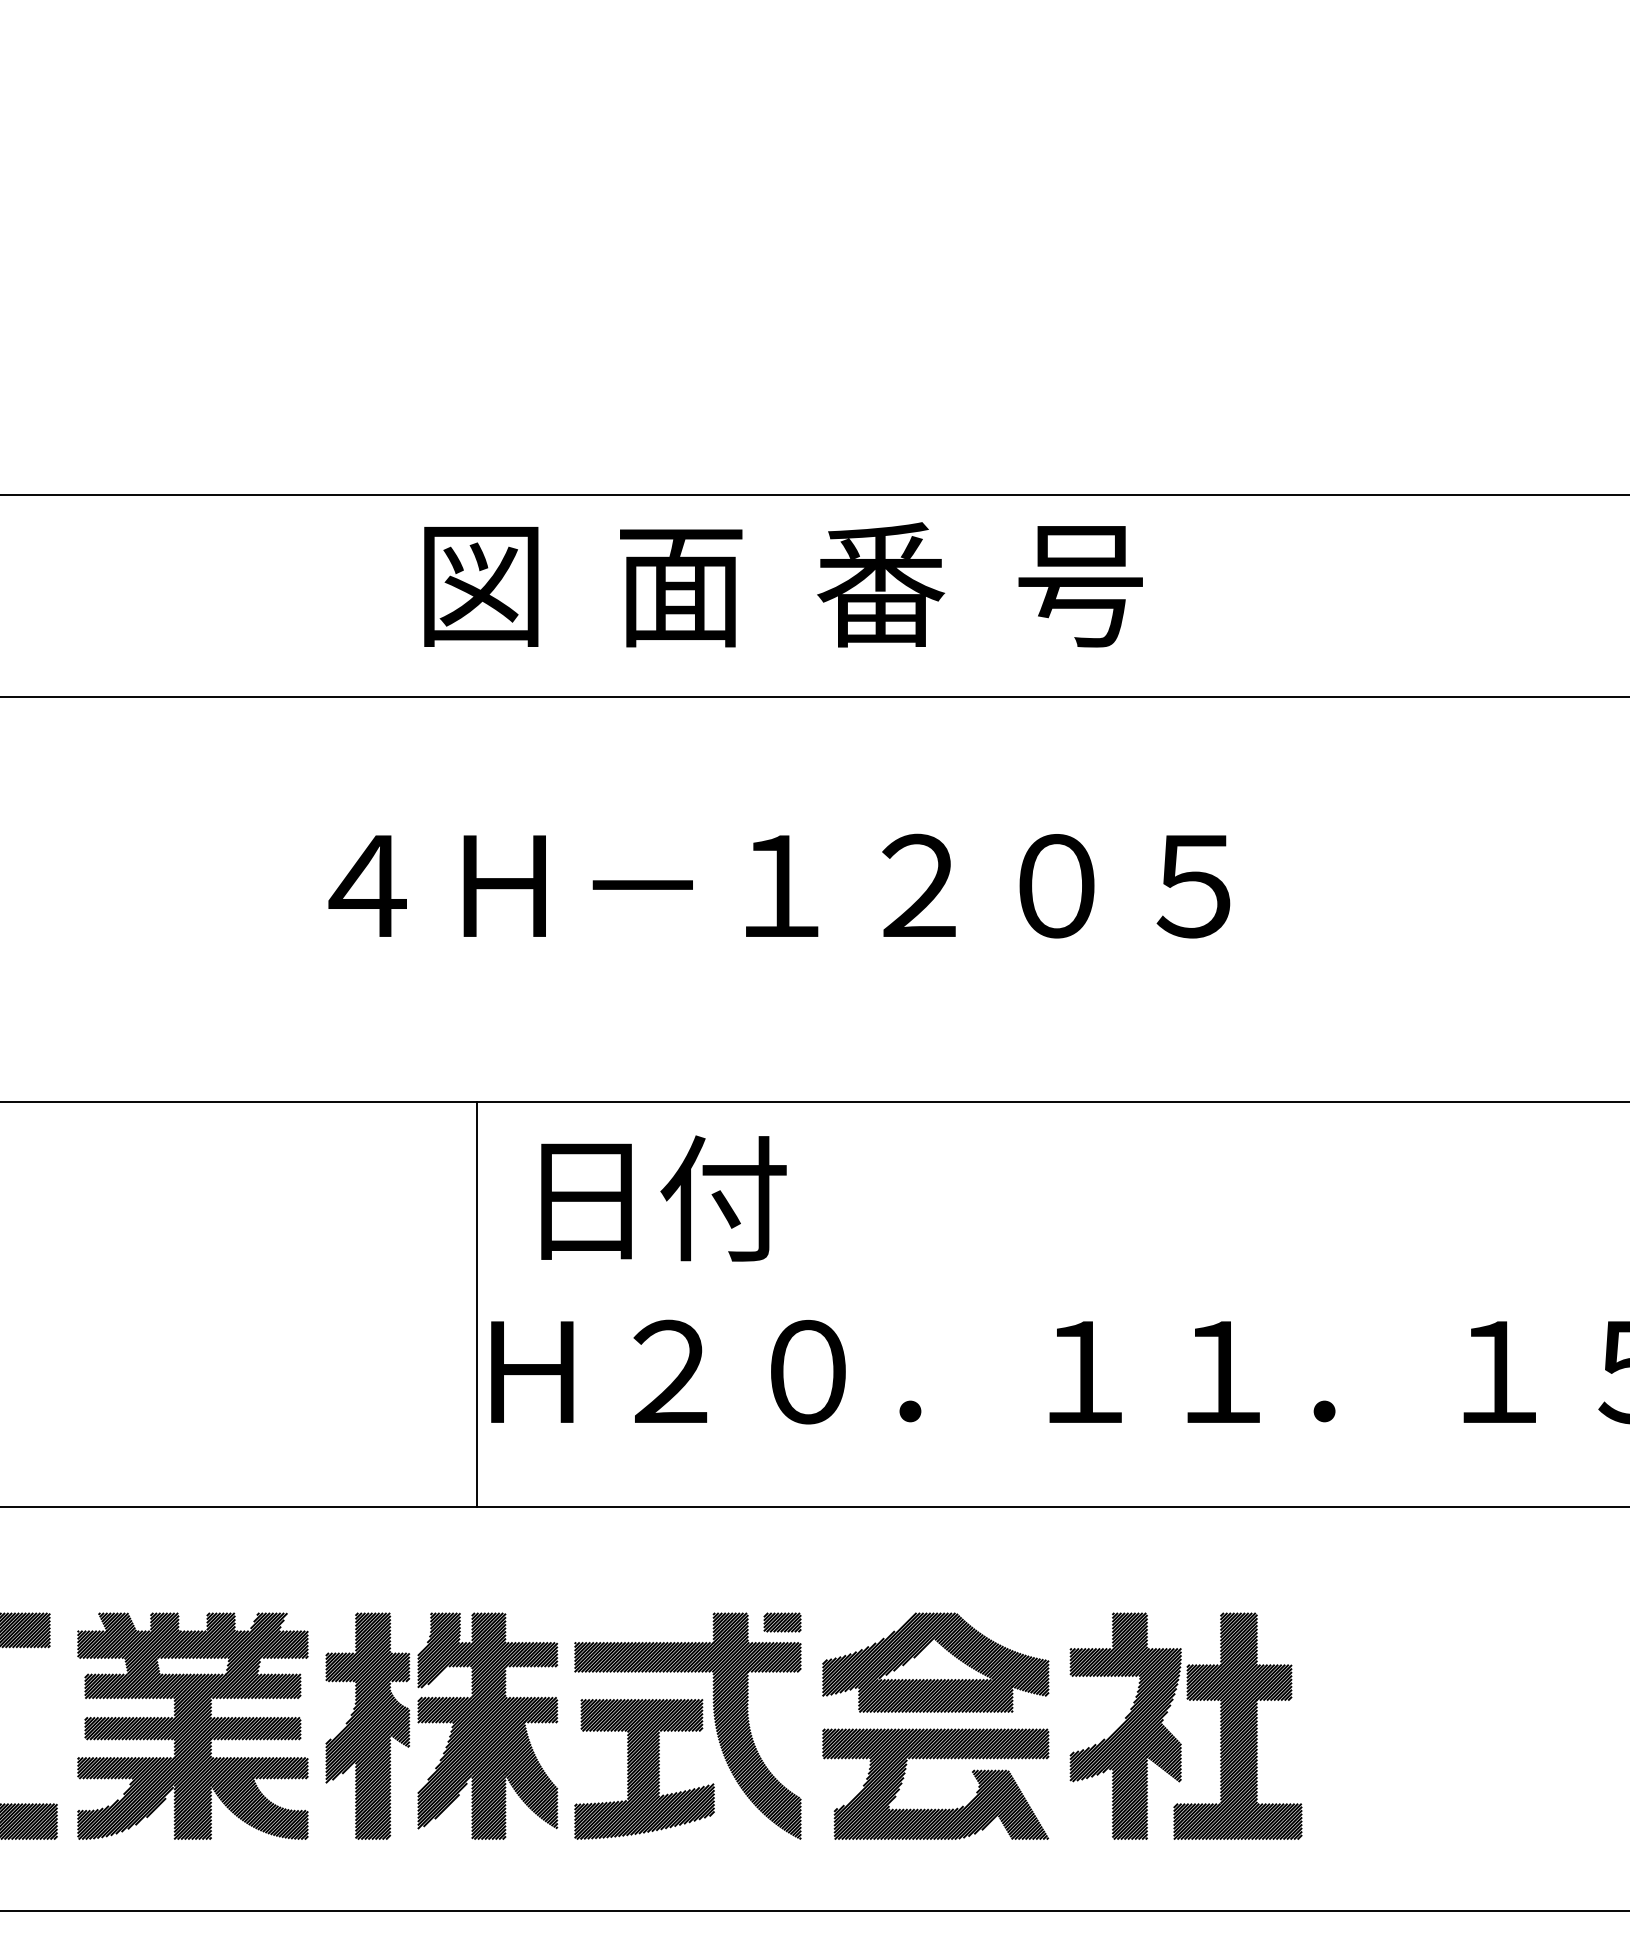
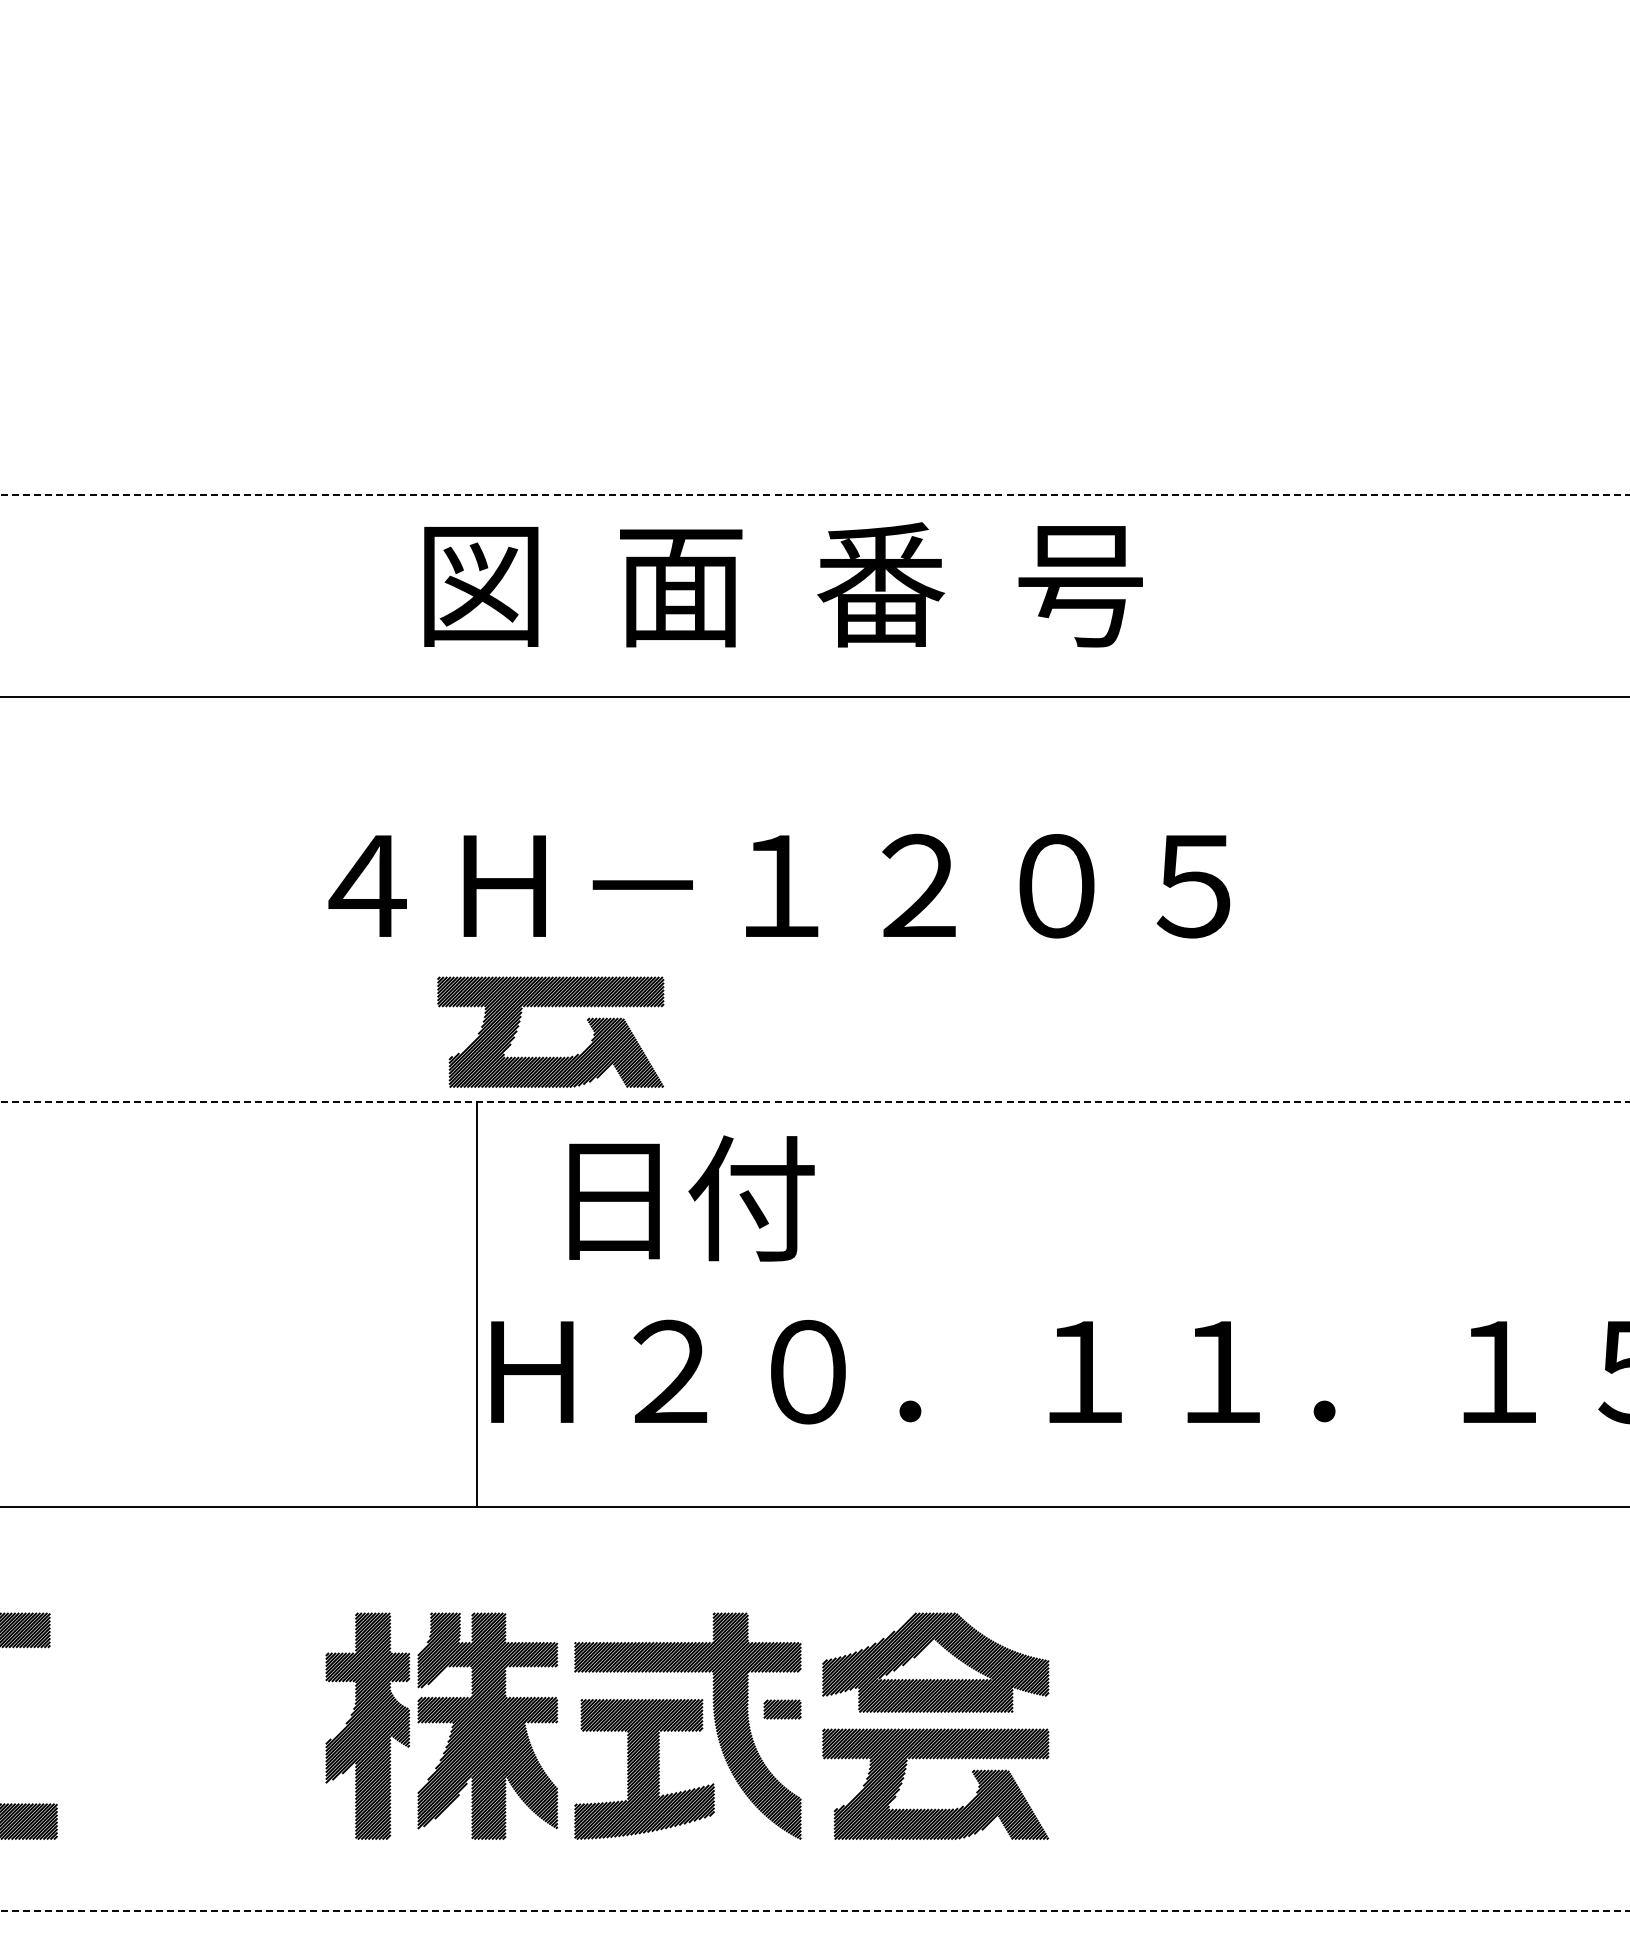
line at (815, 494): solid -> dashed
part at (548, 1007): none -> present
line at (815, 1101): solid -> dashed
text at (663, 1198) position: (663, 1198) -> (691, 1198)
part at (782, 1622) position: (782, 1622) -> (782, 1709)
part at (192, 1725): present -> none
part at (1174, 1736): present -> none
line at (815, 1911): solid -> dashed
